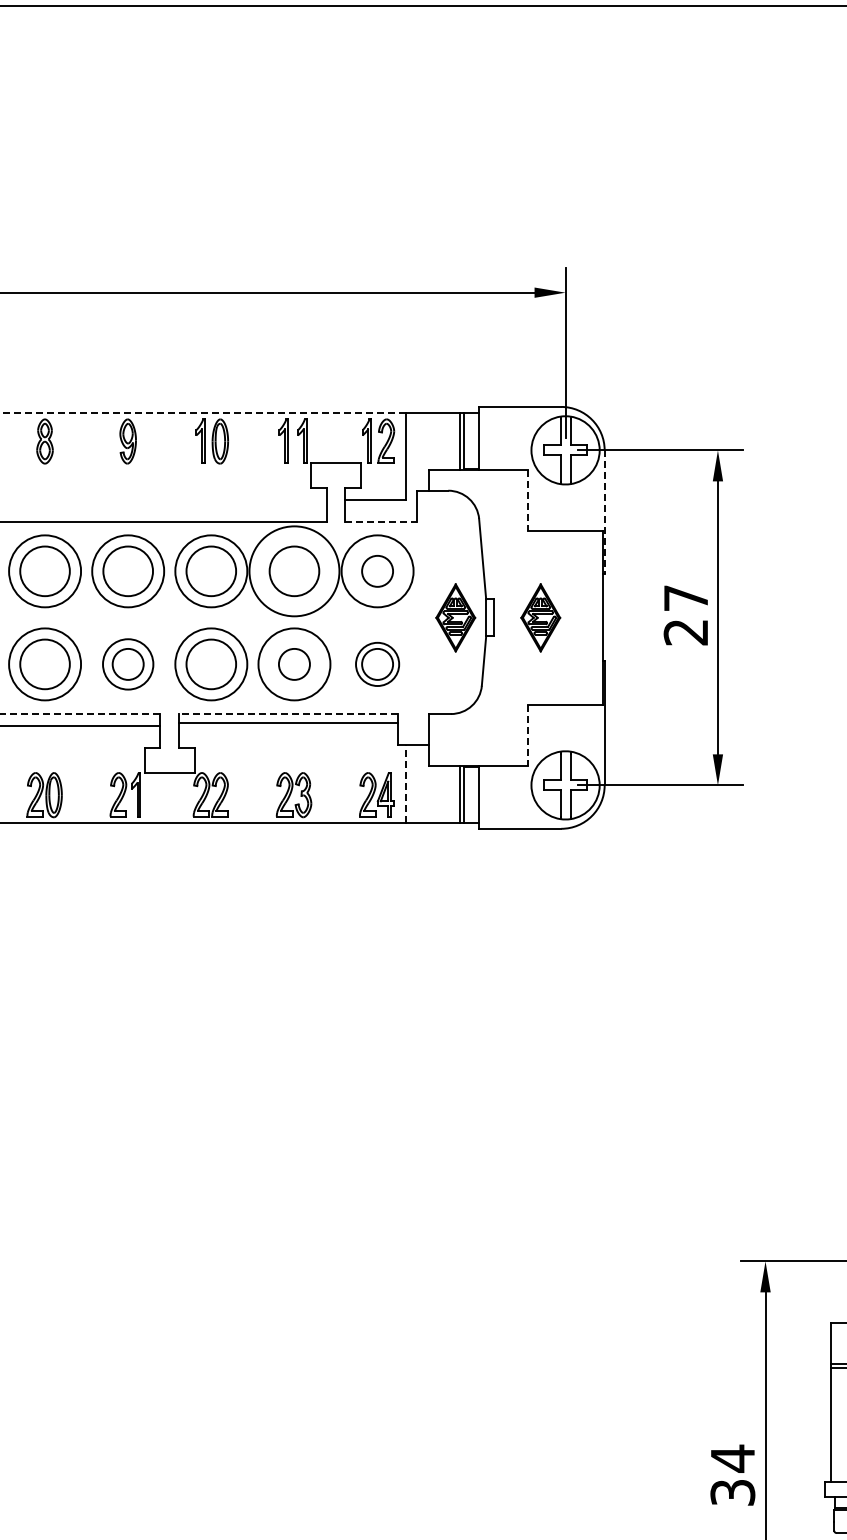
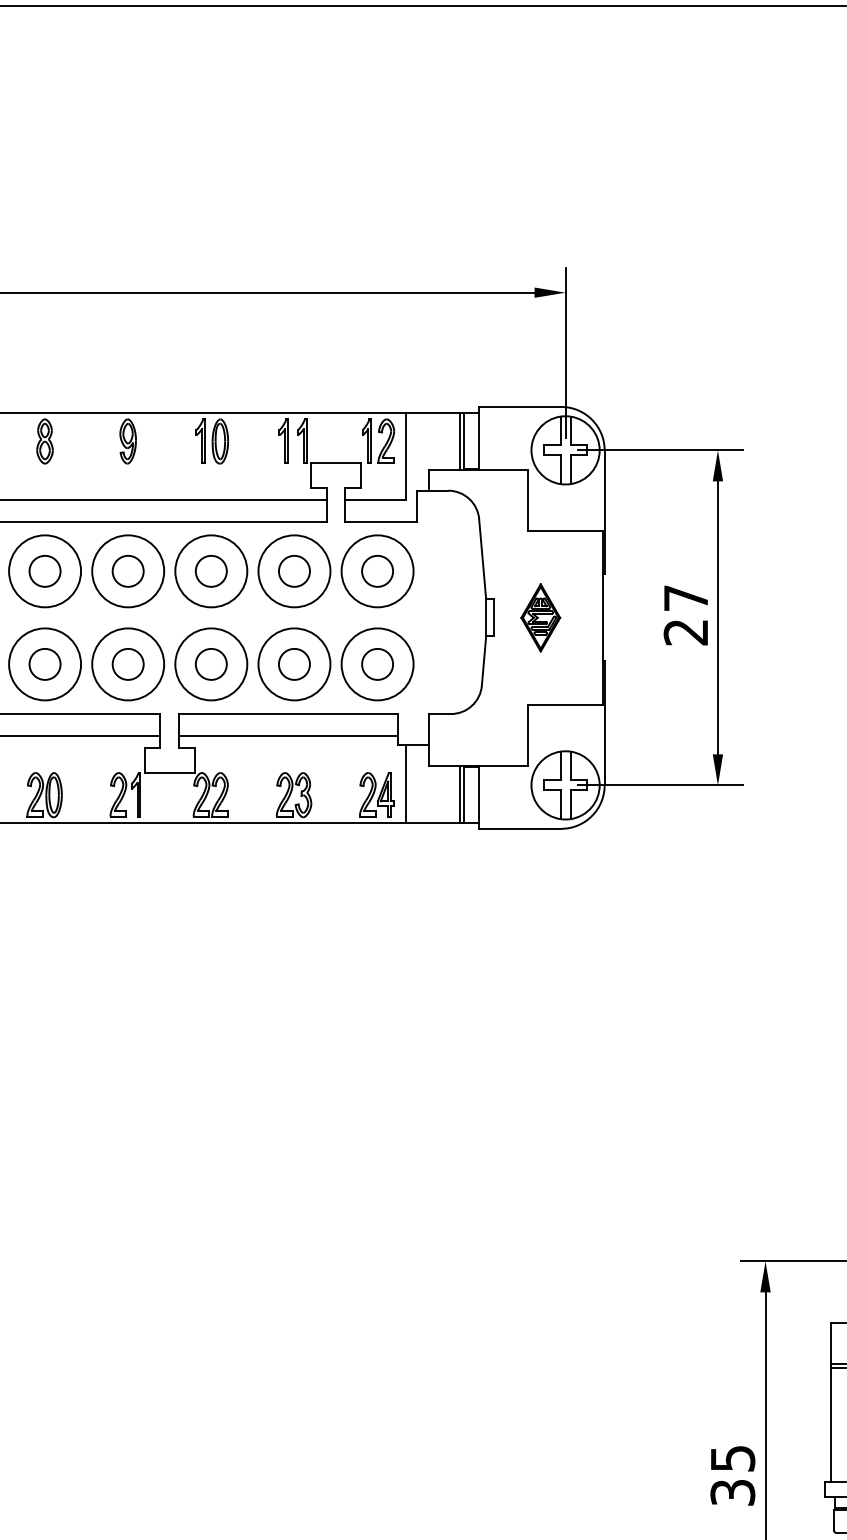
line at (203, 413): dashed -> solid
line at (164, 500): none -> present
line at (528, 501): dashed -> solid
line at (604, 512): dashed -> solid
line at (381, 521): dashed -> solid
circle at (44, 571) diameter: 50 px -> 31 px
circle at (128, 571) diameter: 50 px -> 31 px
circle at (211, 571) diameter: 50 px -> 31 px
circle at (294, 571) diameter: 50 px -> 31 px
circle at (294, 571) diameter: 90 px -> 72 px
part at (455, 617): present -> none
circle at (44, 664) diameter: 50 px -> 31 px
circle at (128, 664) diameter: 50 px -> 72 px
circle at (211, 664) diameter: 50 px -> 31 px
circle at (377, 664) diameter: 43 px -> 72 px
line at (80, 714): dashed -> solid
line at (288, 714): dashed -> solid
line at (288, 722) position: (288, 722) -> (288, 735)
line at (81, 725) position: (81, 725) -> (81, 735)
line at (528, 735): dashed -> solid
line at (406, 783): dashed -> solid
text at (733, 1458): 34 -> 35
